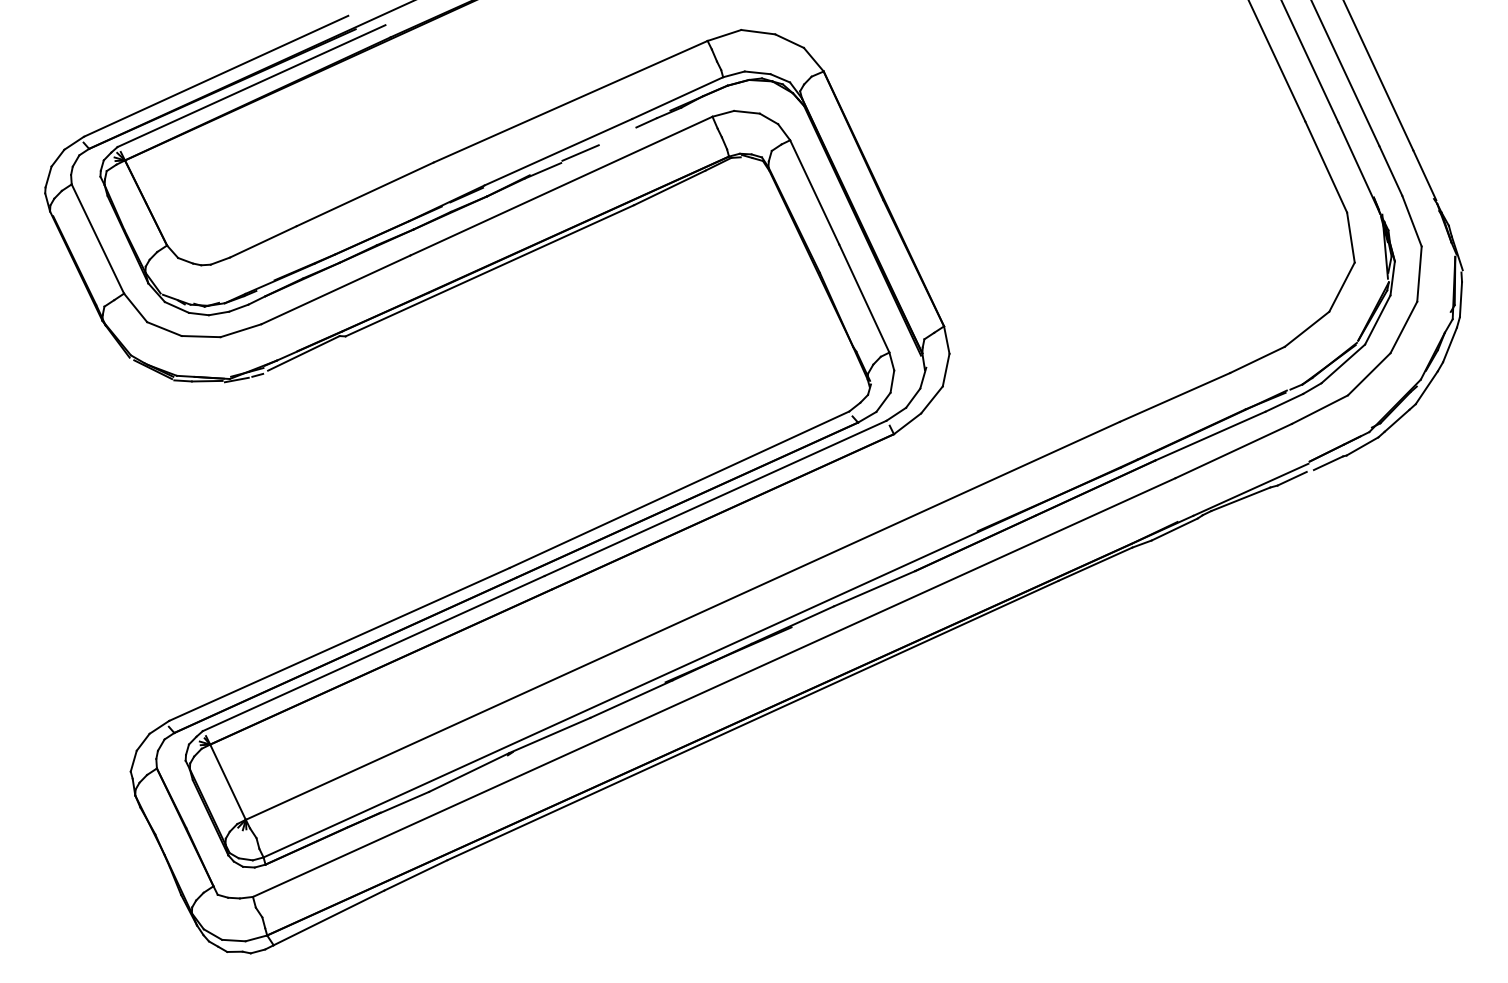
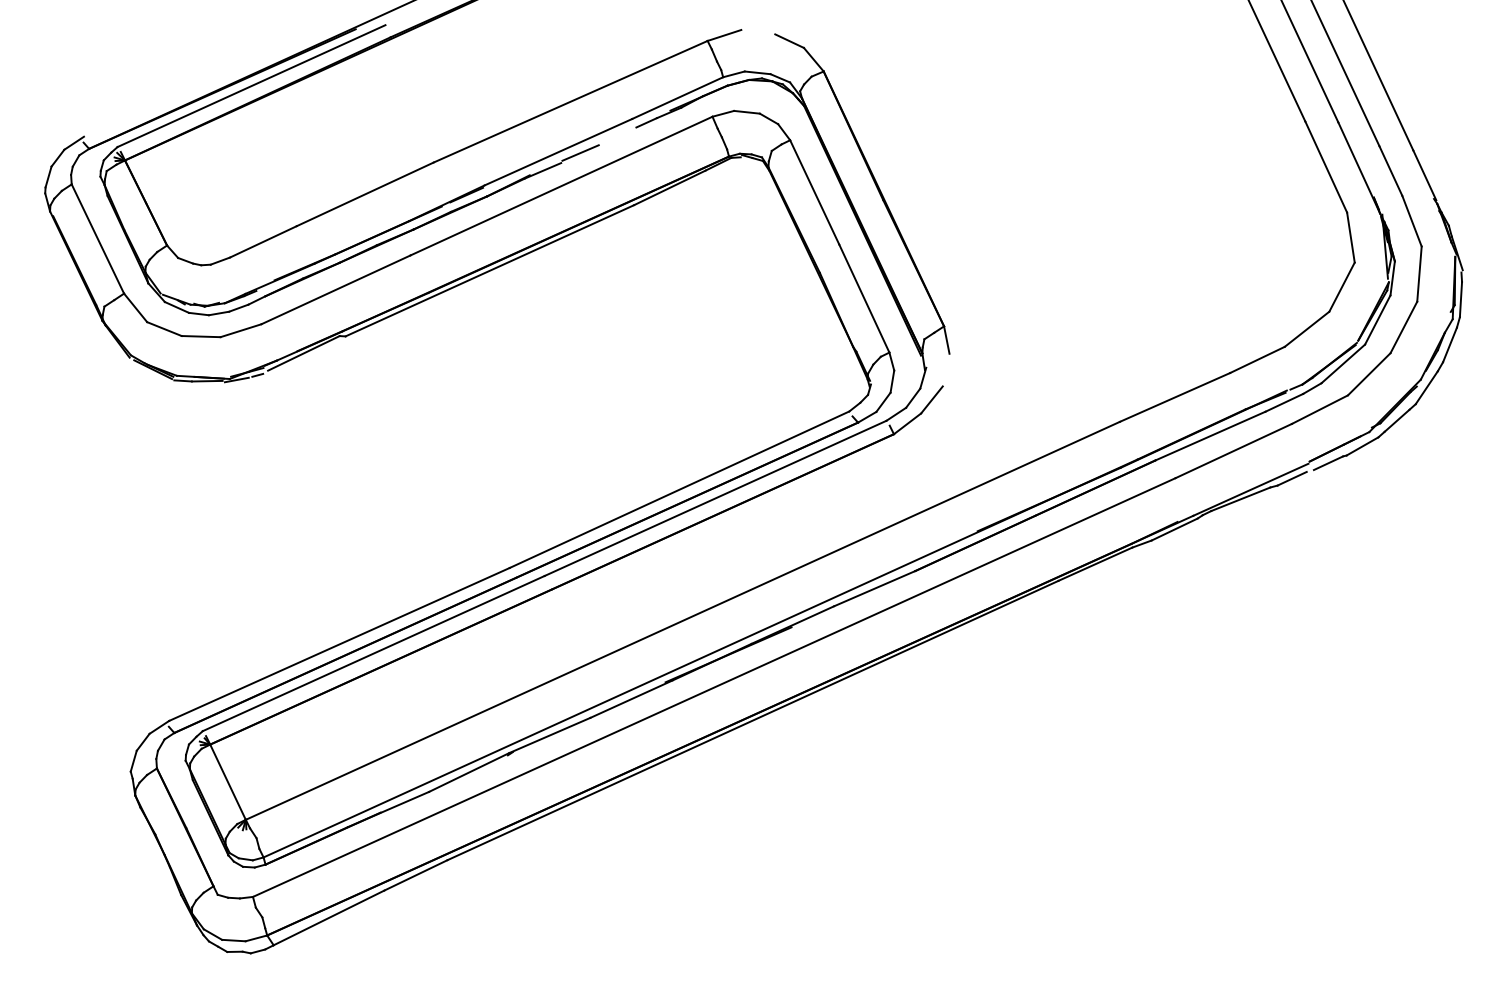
line at (758, 32): present -> none
line at (216, 75): present -> none
line at (945, 369): present -> none
